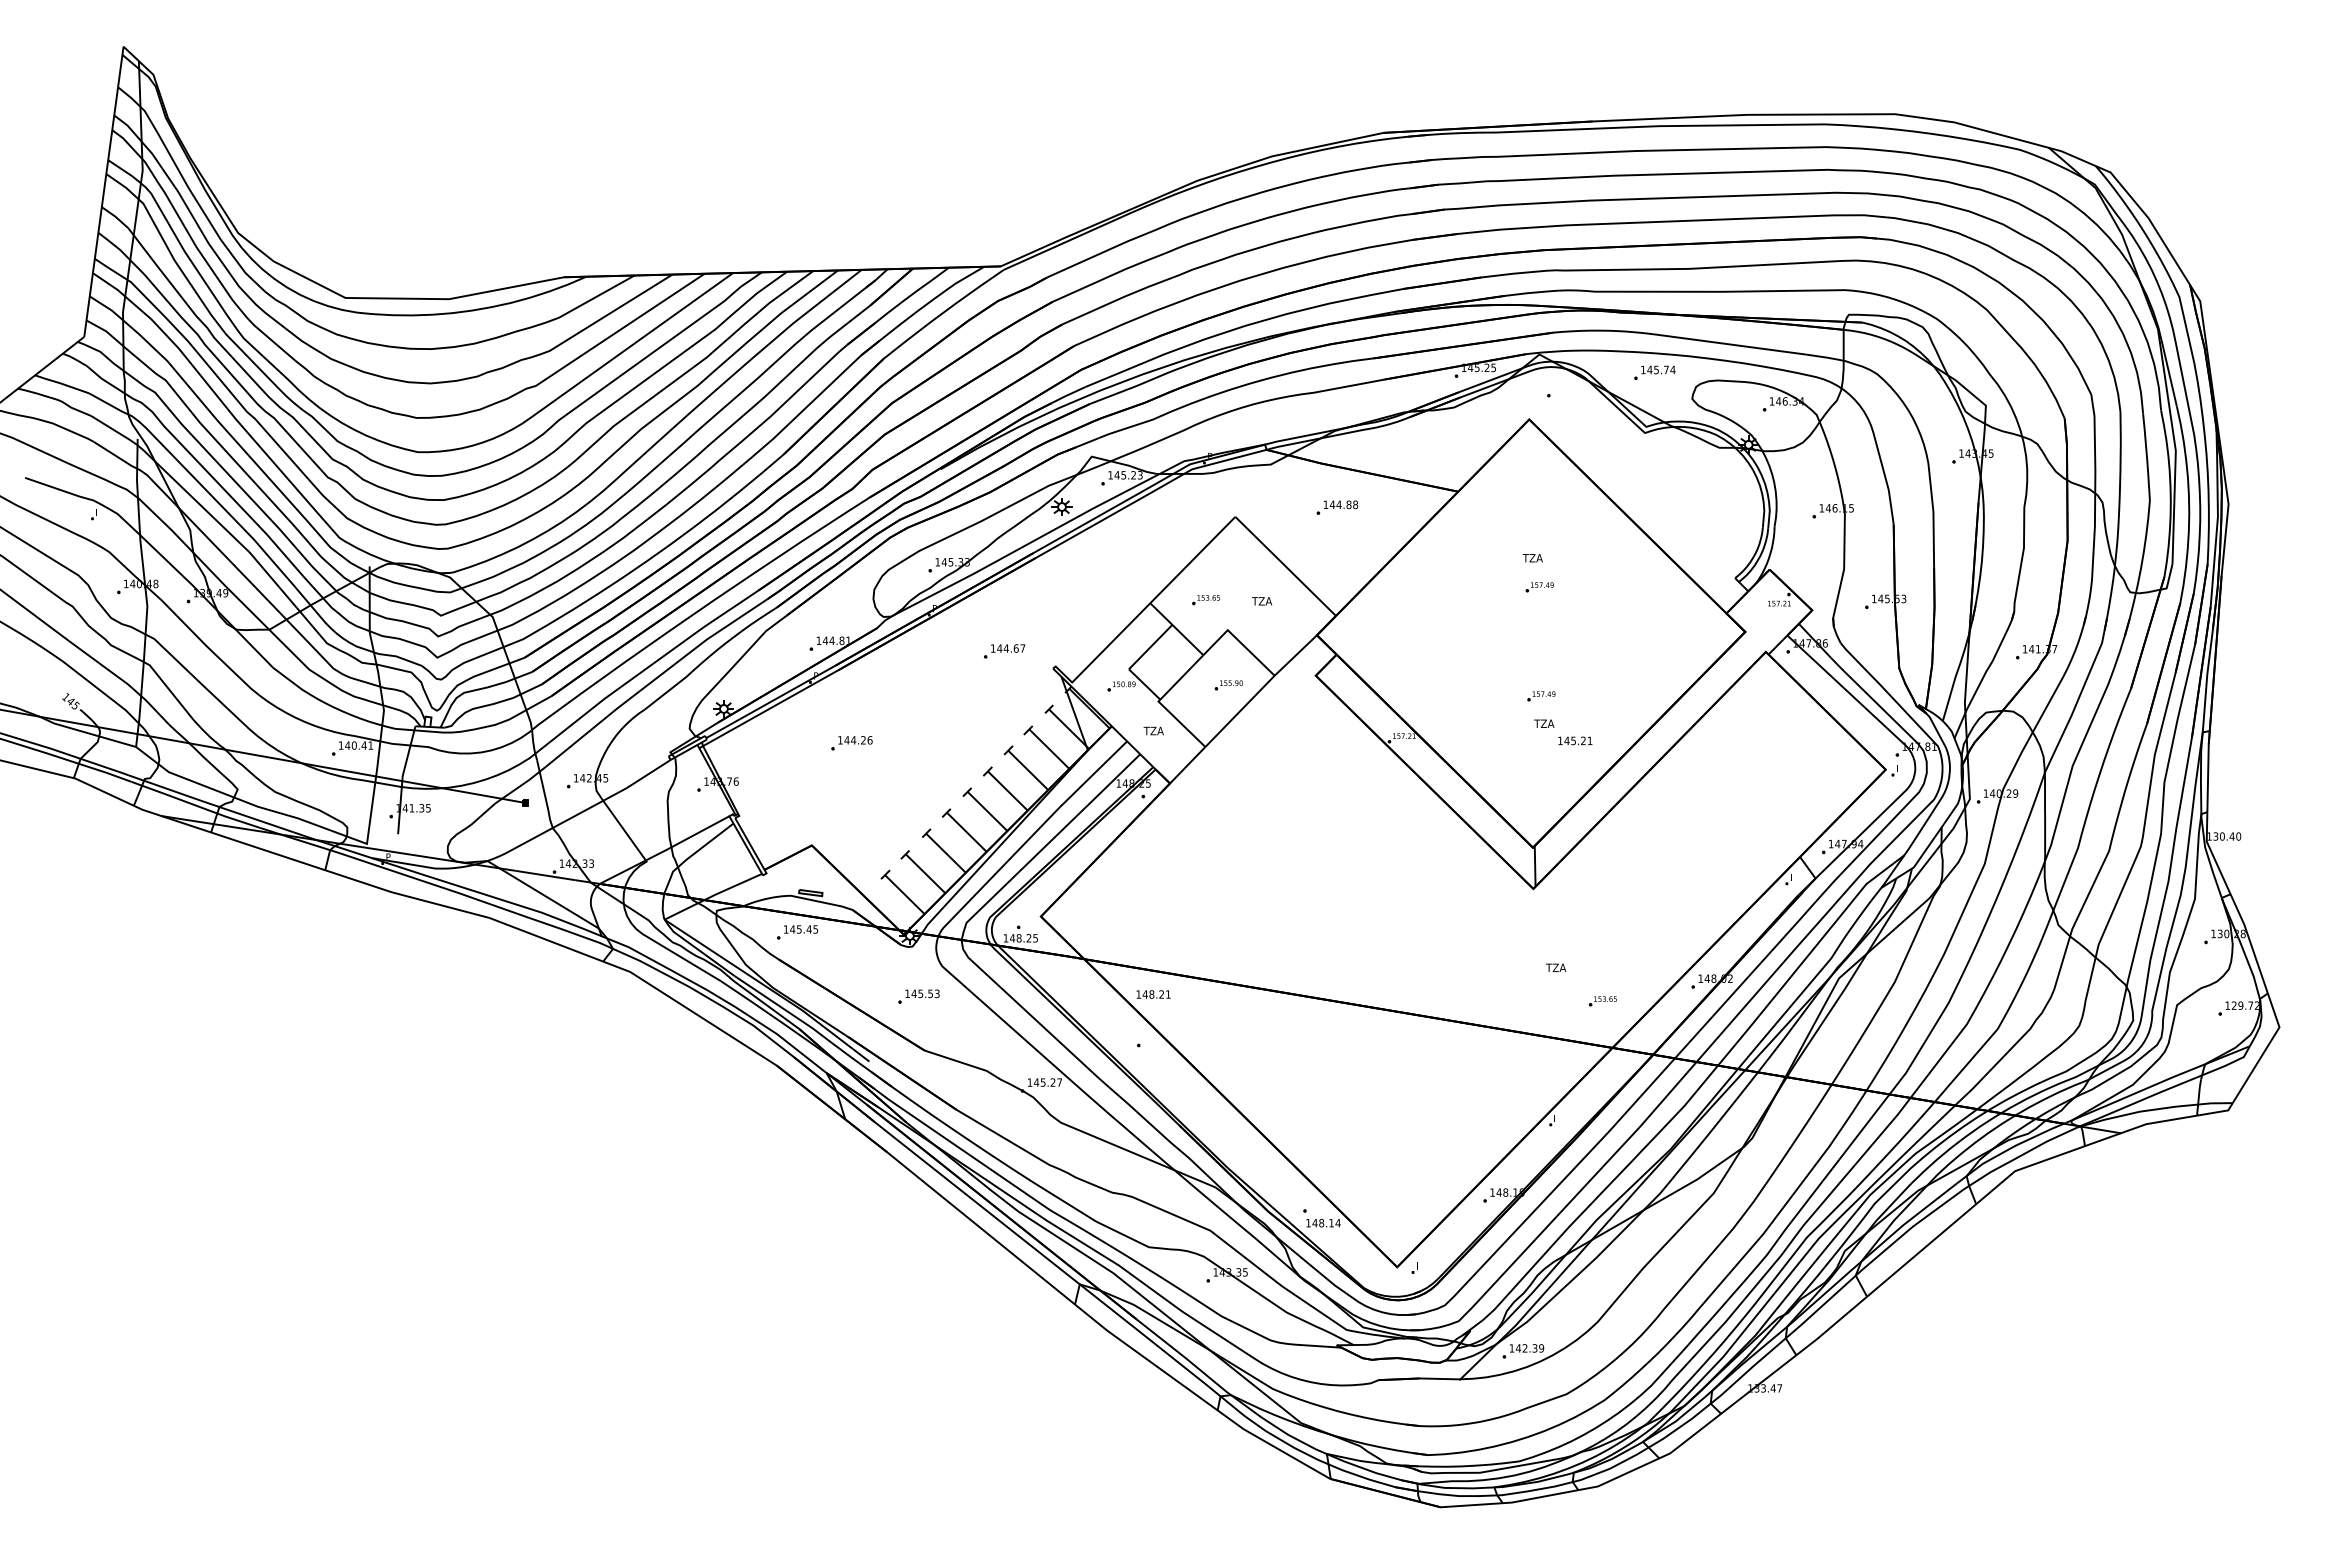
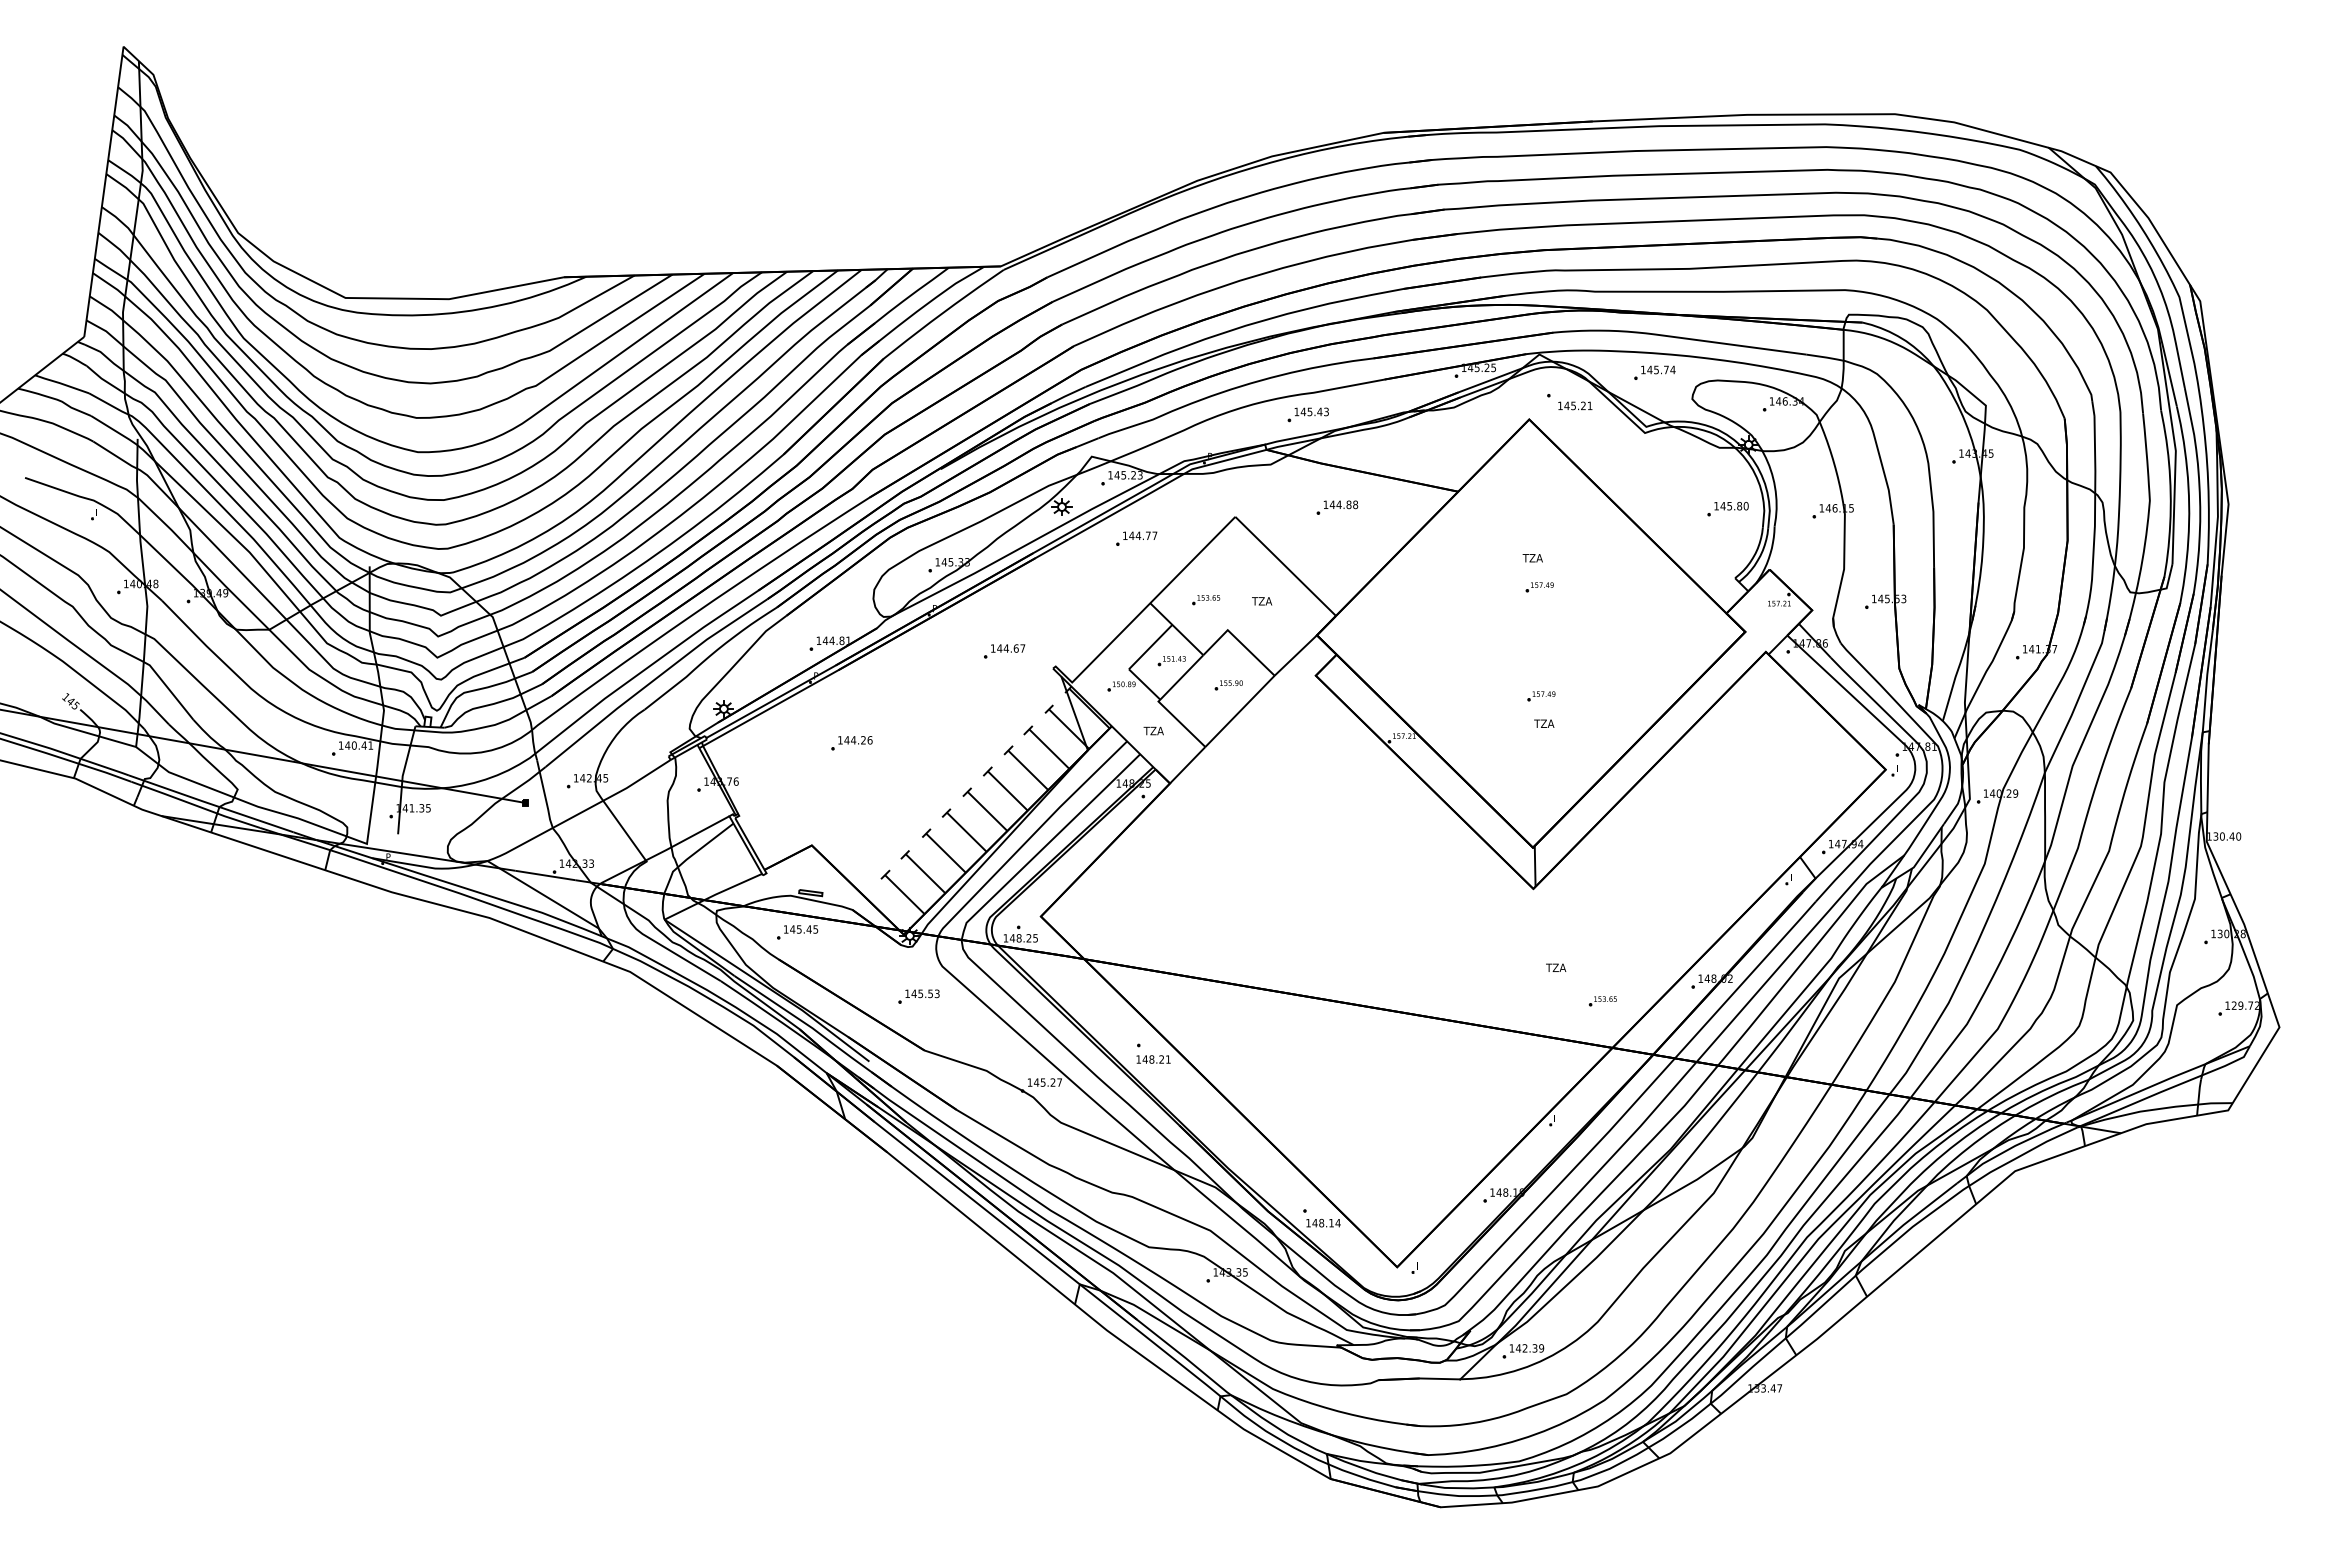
part at (1307, 414): none -> present
part at (1727, 509): none -> present
part at (1136, 538): none -> present
part at (1171, 661): none -> present
text at (1575, 740) position: (1575, 740) -> (1575, 405)
text at (1153, 994) position: (1153, 994) -> (1153, 1059)
